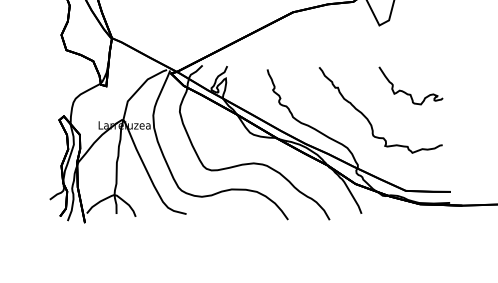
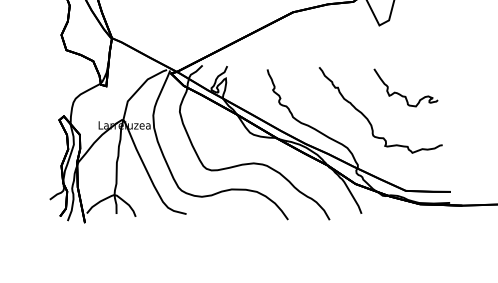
curve at (405, 91) position: (405, 91) -> (400, 93)
